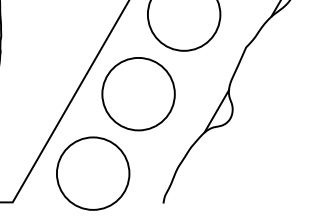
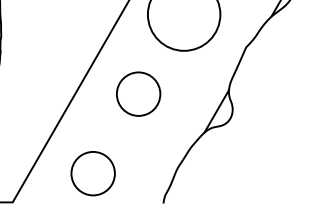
circle at (138, 93) diameter: 72 px -> 43 px
circle at (92, 173) diameter: 72 px -> 43 px
